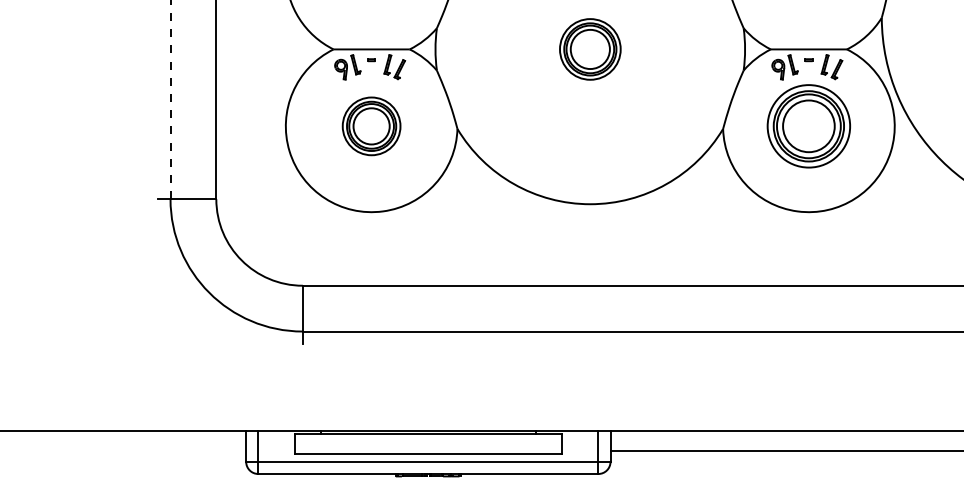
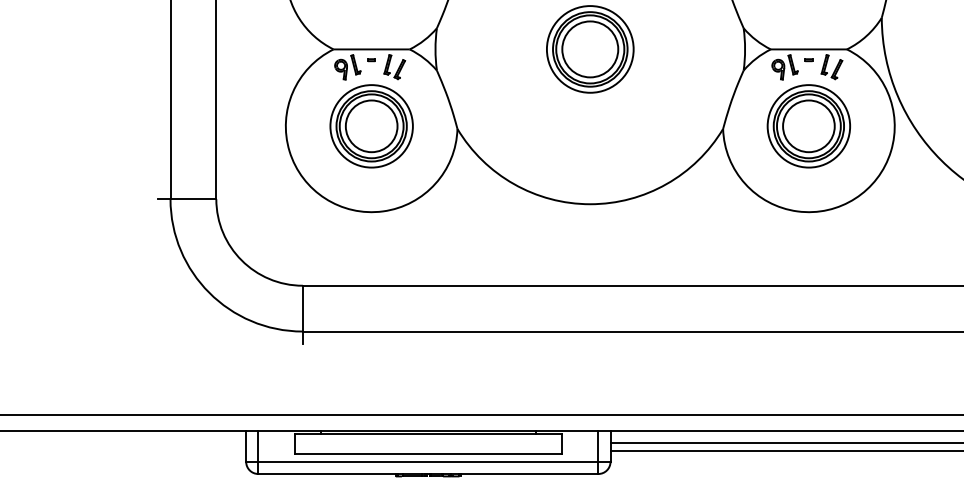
part at (590, 49) size: 63x63 px -> 89x89 px
line at (170, 99): dashed -> solid
part at (371, 126) size: 61x61 px -> 85x85 px
line at (481, 414): none -> present
line at (785, 443): none -> present
